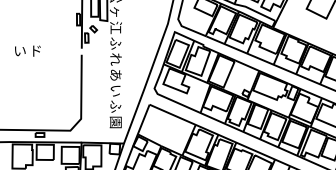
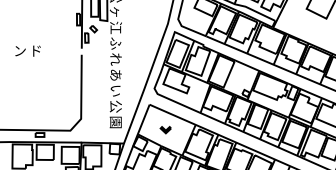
text at (20, 51): い -> ン
text at (115, 106): ふ -> 公
part at (165, 130): none -> present
